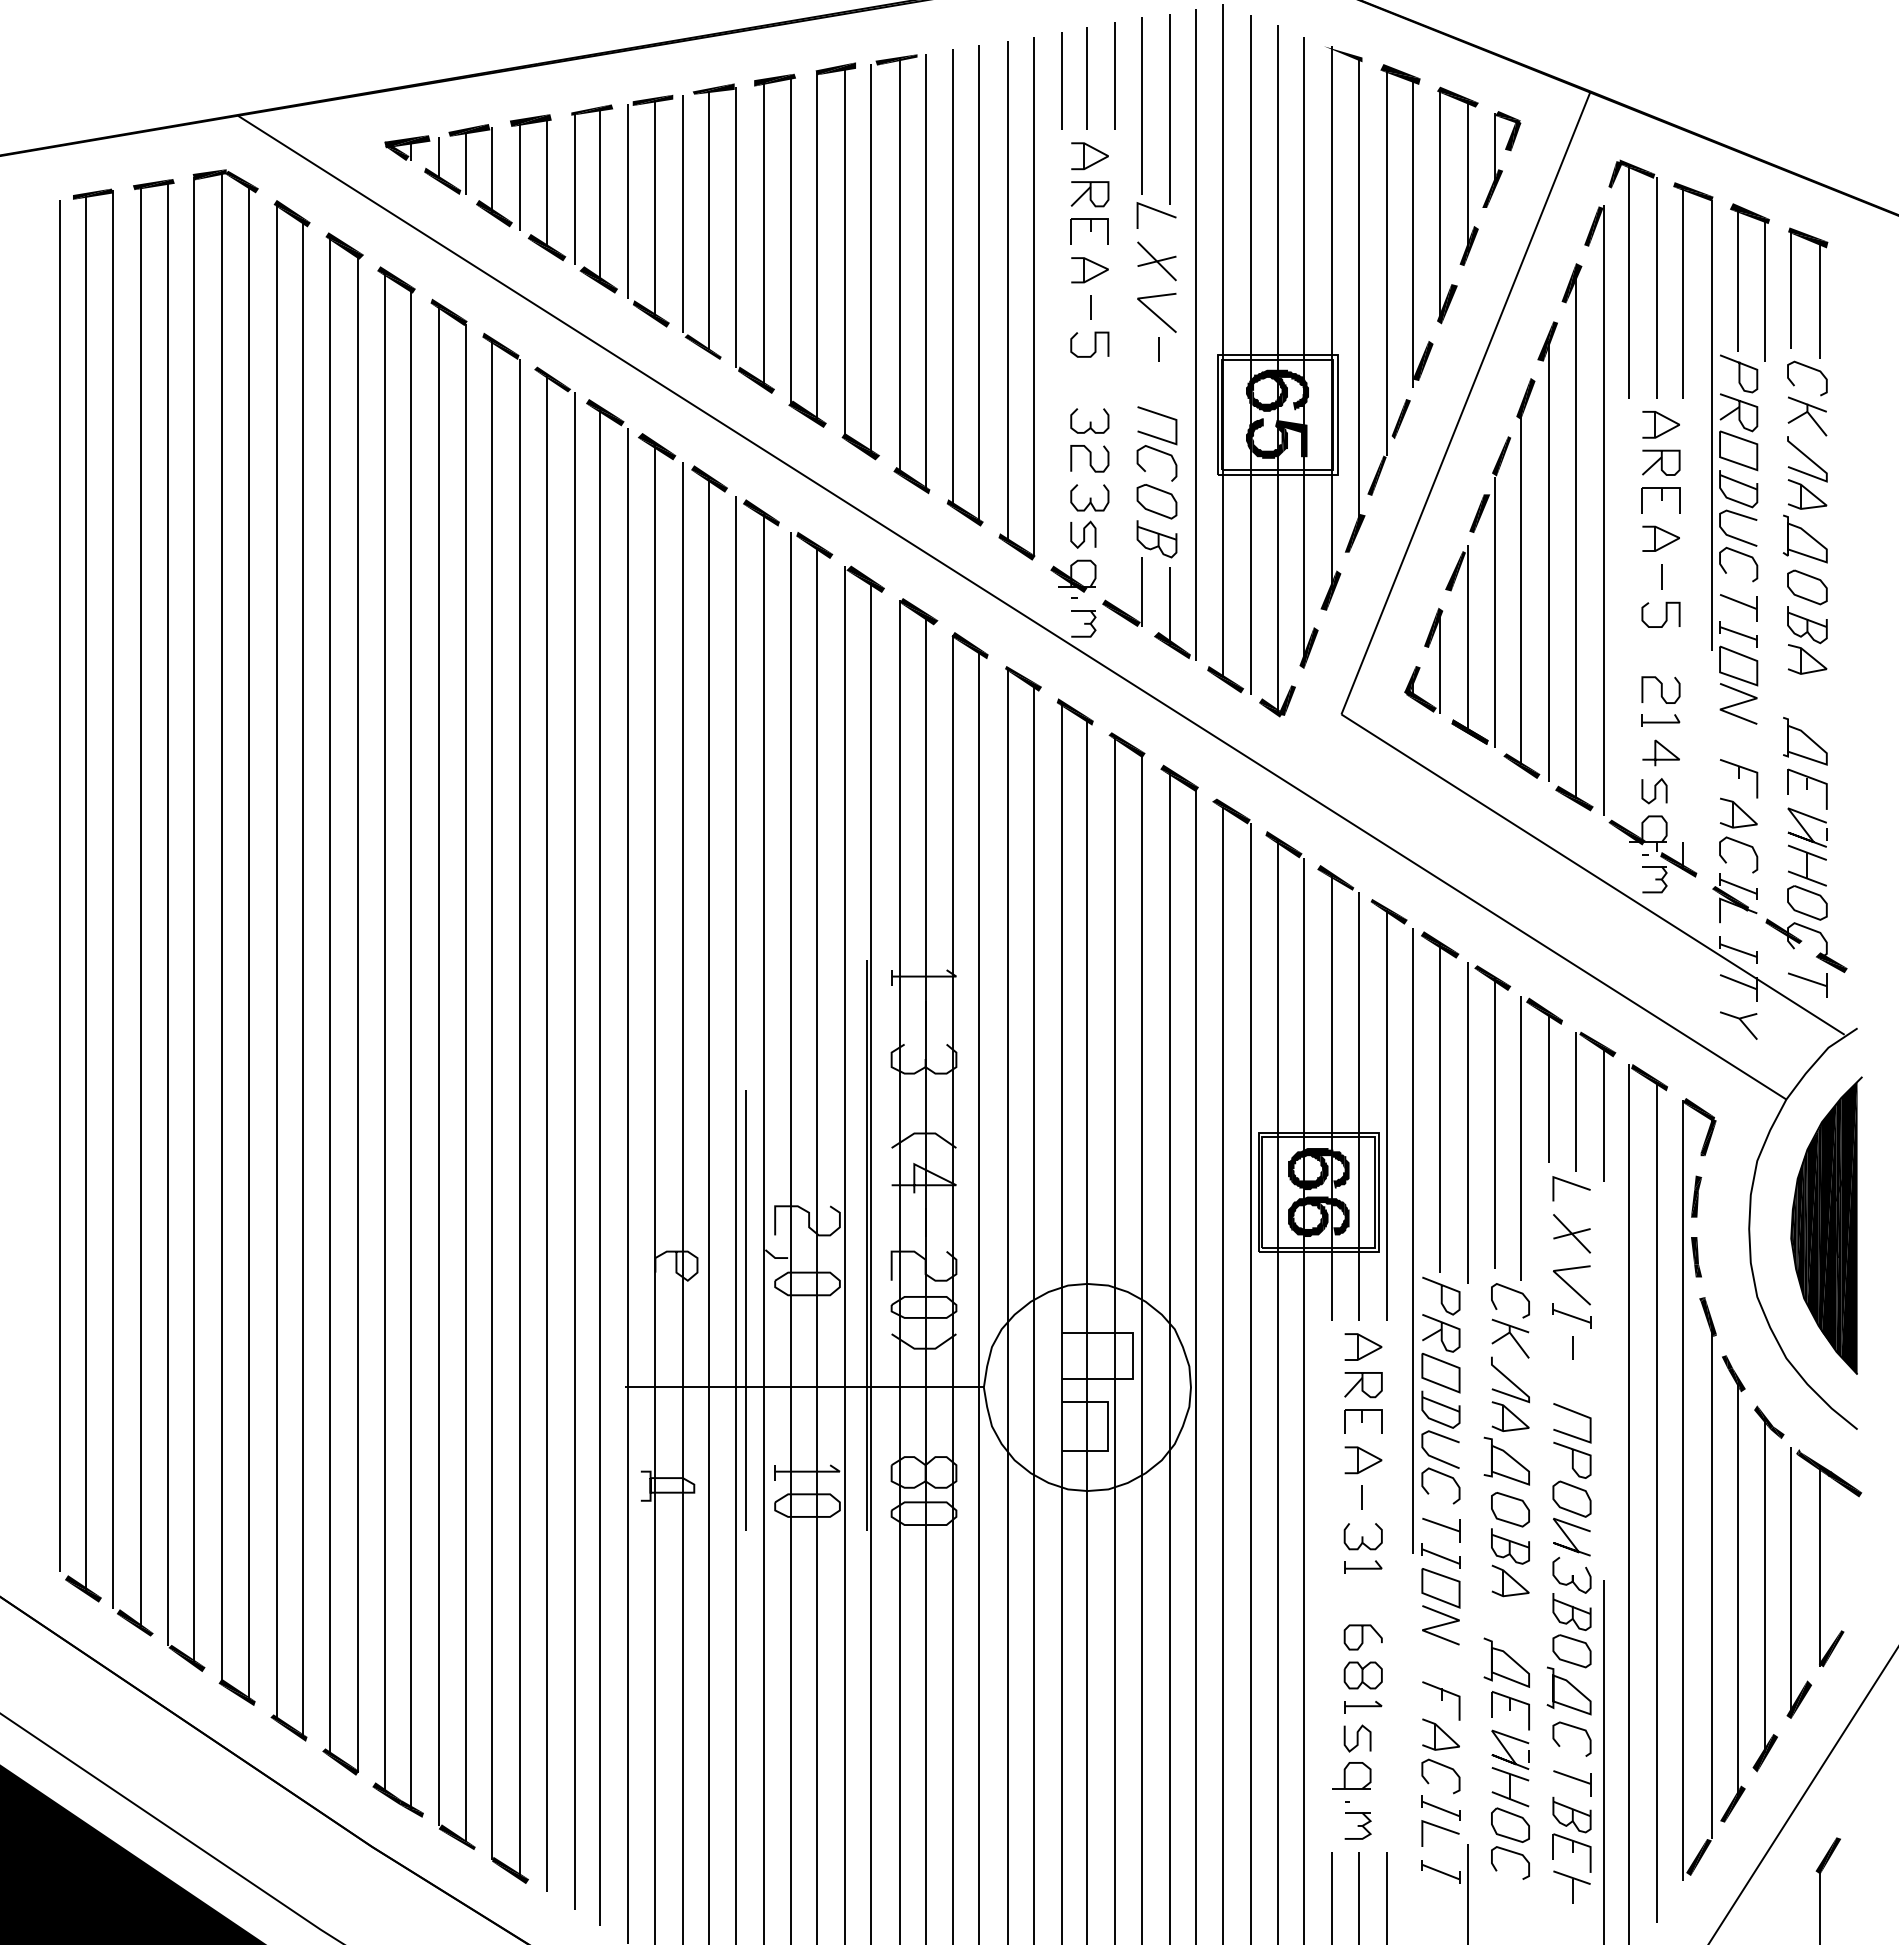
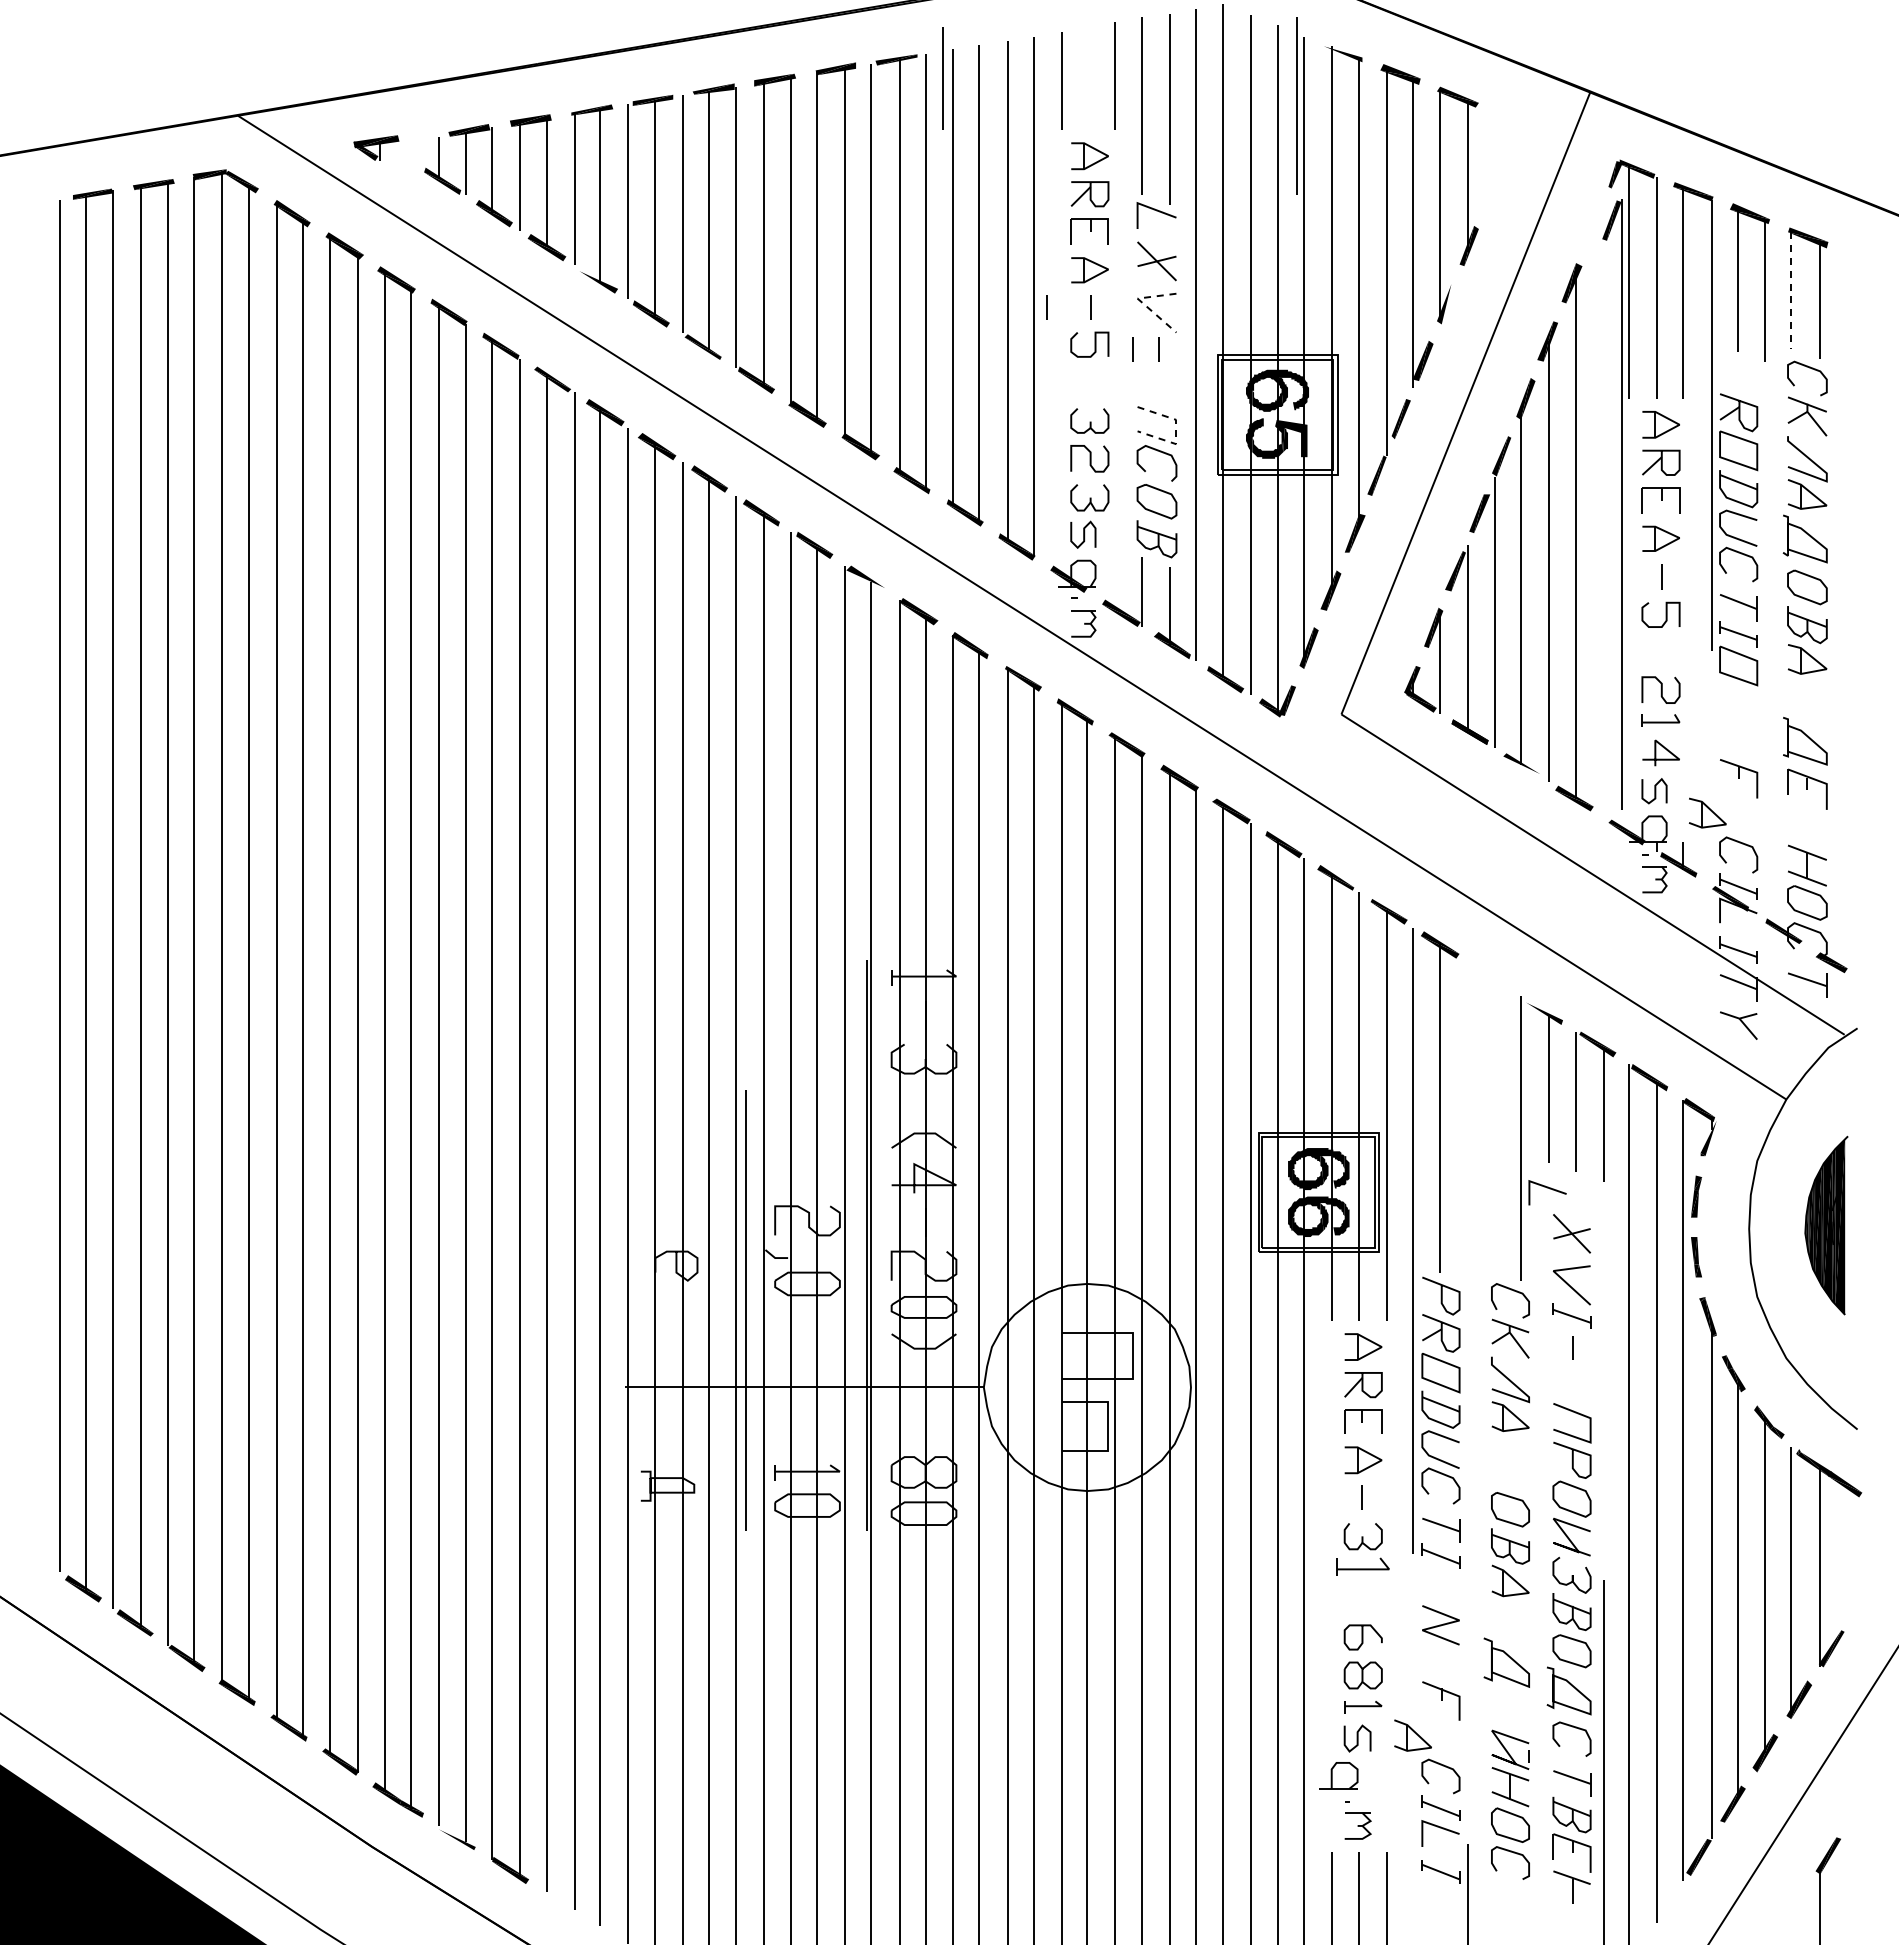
line at (1086, 78) position: (1086, 78) -> (942, 78)
line at (1296, 105): none -> present
part at (407, 147) position: (407, 147) -> (376, 147)
part at (1501, 159): present -> none
fill at (598, 277): present -> none
line at (1791, 291): solid -> dashed
line at (1142, 302): solid -> dashed
fill at (1449, 304): present -> none
line at (1046, 307): none -> present
line at (1132, 349): none -> present
curve at (1739, 373): present -> none
line at (1176, 432): solid -> dashed
part at (1603, 510) position: (1603, 510) -> (1621, 504)
fill at (865, 581): present -> none
line at (1738, 703): present -> none
fill at (1521, 767): present -> none
part at (1738, 812) position: (1738, 812) -> (1707, 812)
part at (1807, 827): present -> none
fill at (1544, 1008): present -> none
part at (1489, 1122): present -> none
fill at (1708, 1135): present -> none
line at (1573, 1185) position: (1573, 1185) -> (1549, 1189)
part at (1826, 1225) size: 73x299 px -> 45x181 px
curve at (1508, 1456): present -> none
part at (1363, 1566) size: 39x14 px -> 54x19 px
part at (1440, 1588): present -> none
part at (1510, 1710): present -> none
part at (1440, 1734) position: (1440, 1734) -> (1412, 1735)
part at (1351, 1775) position: (1351, 1775) -> (1338, 1775)
fill at (456, 1835): present -> none
